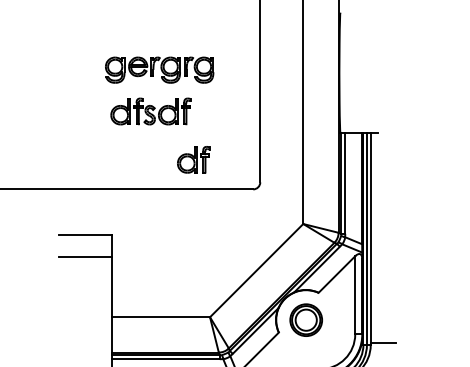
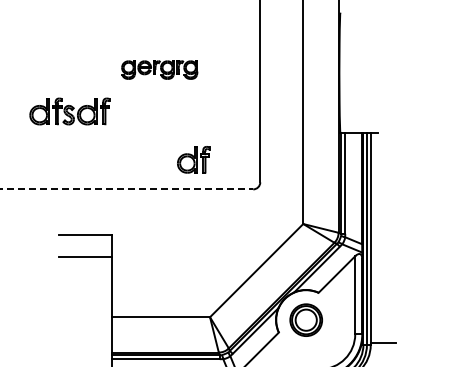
part at (159, 69) size: 110x28 px -> 78x20 px
part at (150, 111) position: (150, 111) -> (69, 111)
line at (127, 189): solid -> dashed
